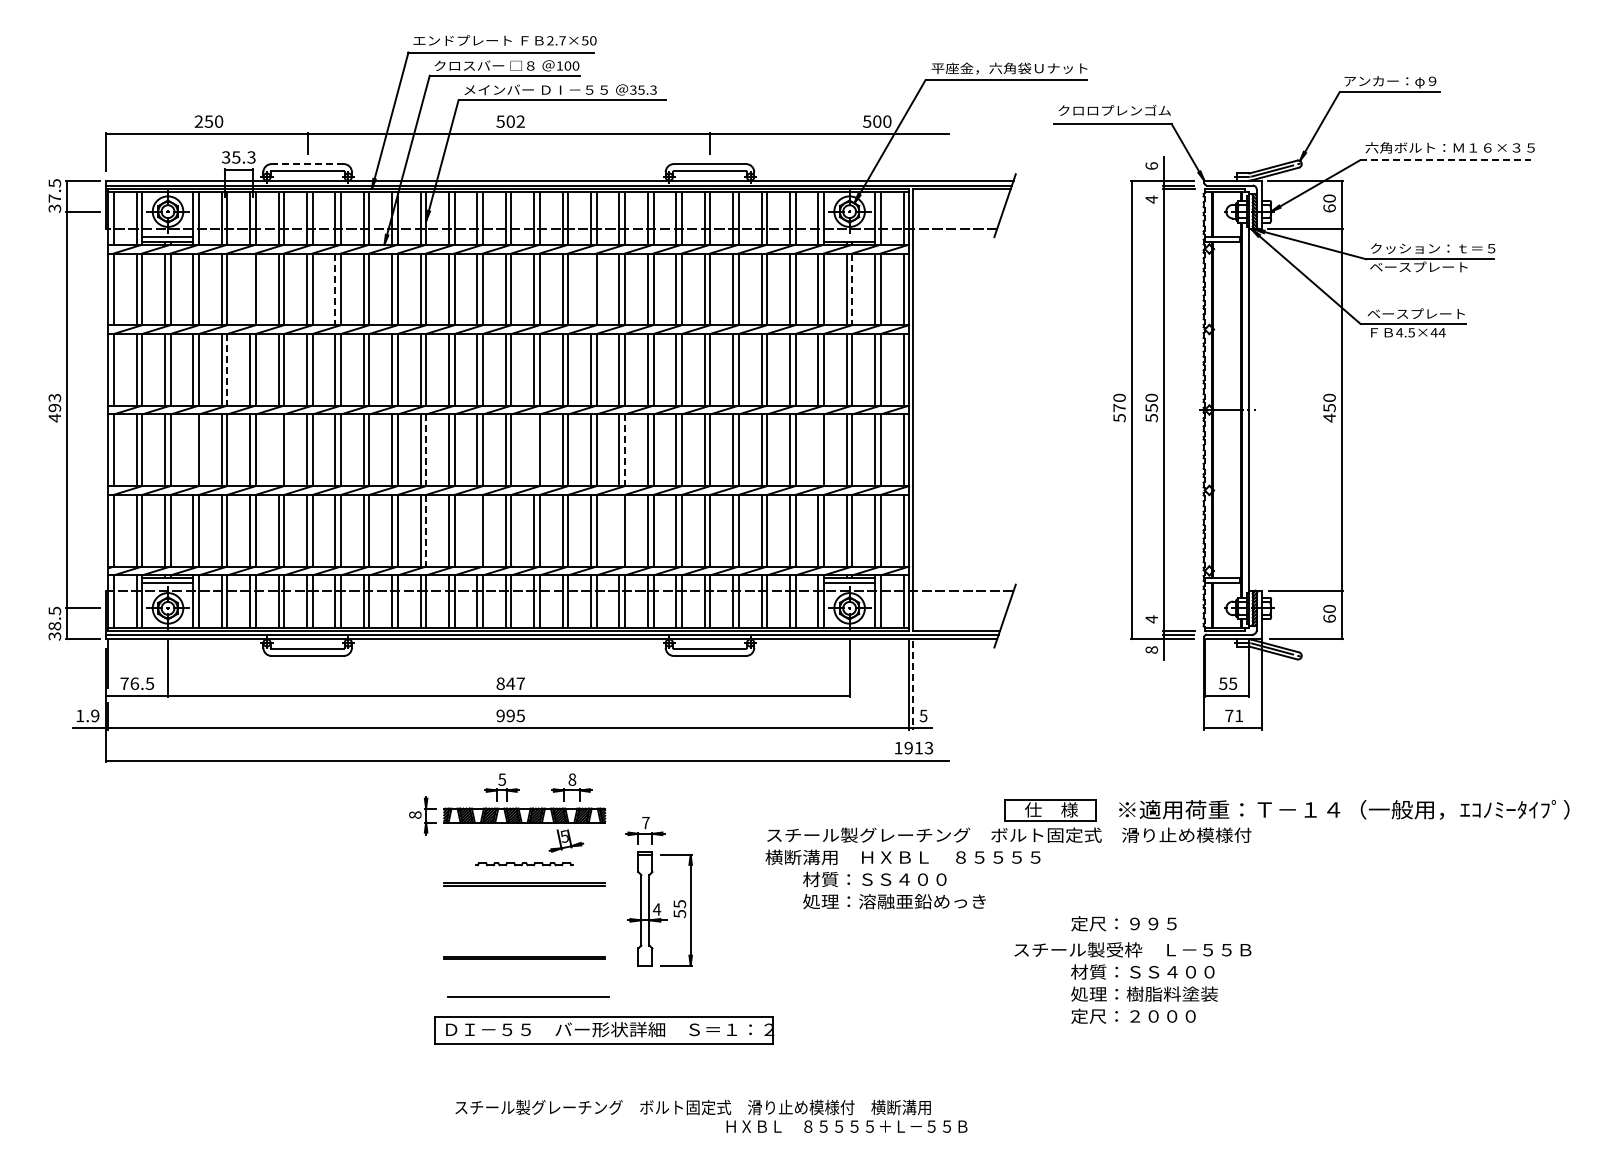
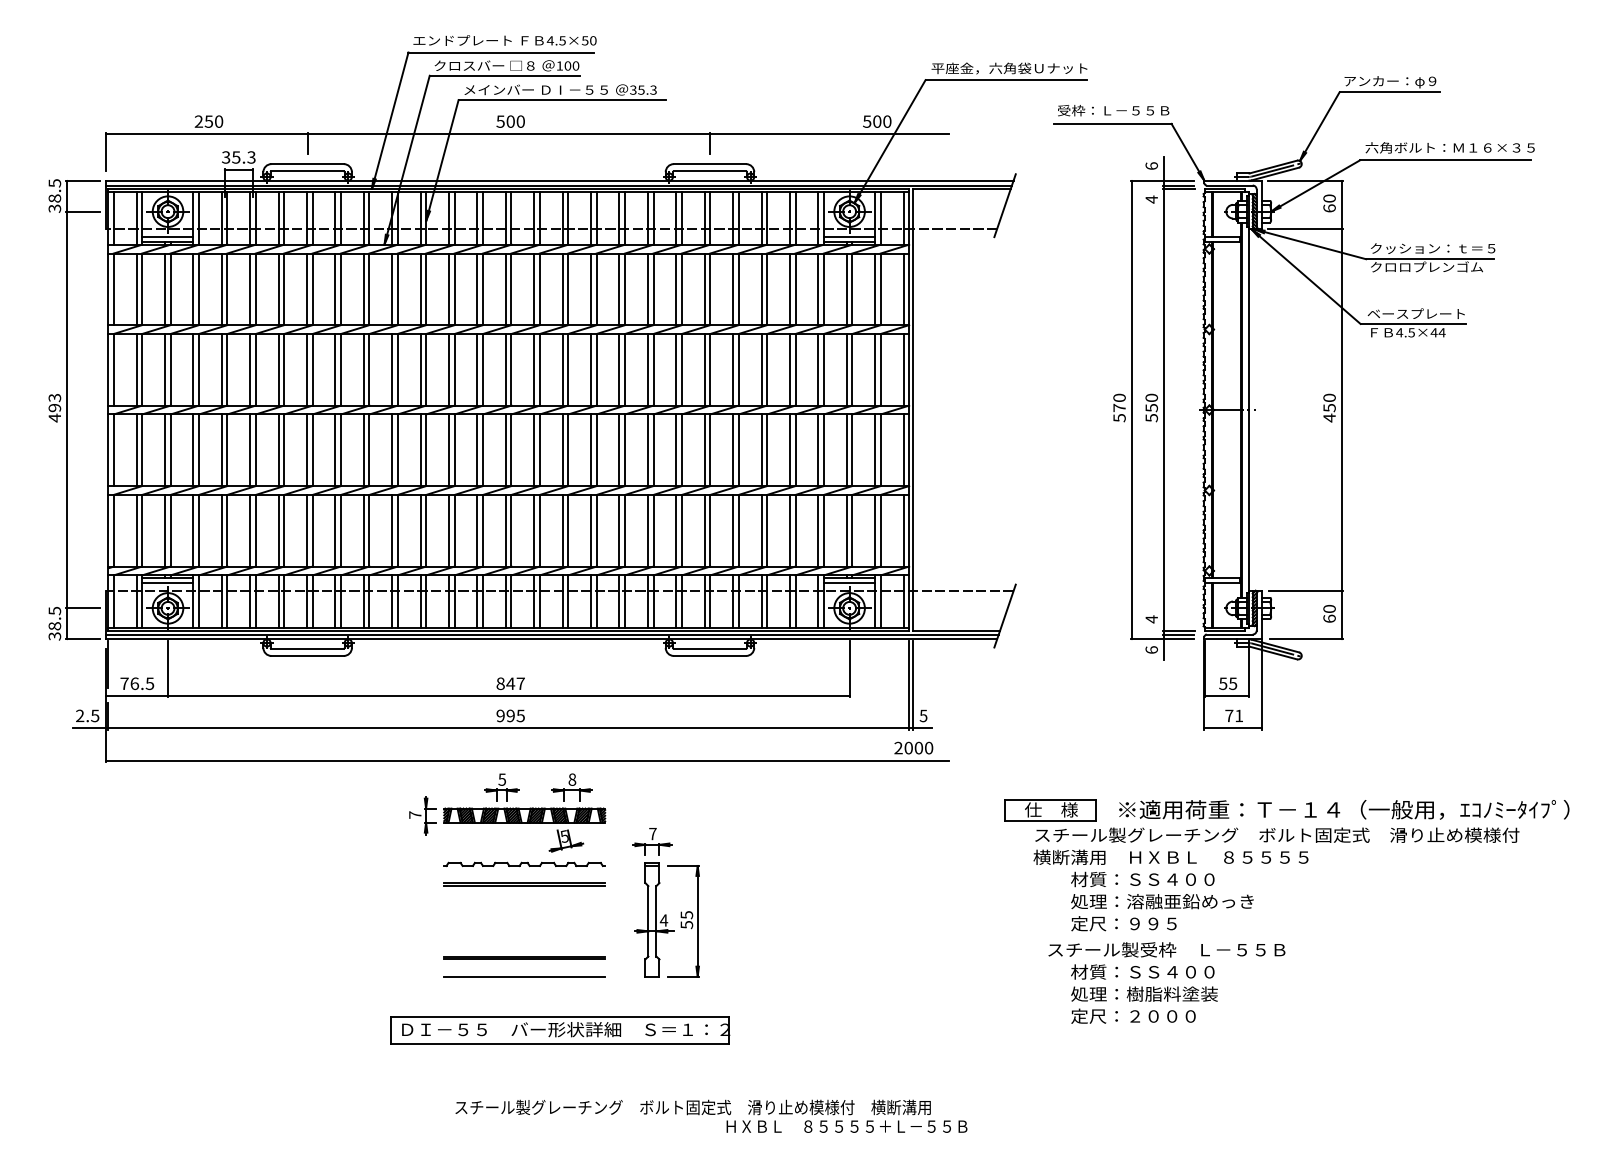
text at (555, 40): 2.7×50 -> 4.5×50
text at (1114, 110): クロロプレンゴム -> 受枠：Ｌ－５５Ｂ
text at (520, 121): 502 -> 500
line at (1446, 160): dashed -> solid
line at (307, 164): dashed -> solid
text at (54, 198): 37.5 -> 38.5
line at (849, 237): none -> present
text at (1426, 266): ベースプレート -> クロロプレンゴム
line at (250, 289): none -> present
line at (335, 289): dashed -> solid
line at (591, 289): none -> present
line at (852, 289): dashed -> solid
line at (227, 369): dashed -> solid
line at (193, 450): none -> present
line at (278, 450): none -> present
line at (426, 450): dashed -> solid
line at (534, 450): none -> present
line at (625, 450): dashed -> solid
line at (818, 450): none -> present
line at (426, 530): dashed -> solid
line at (477, 530): none -> present
line at (619, 530): none -> present
text at (1151, 649): 8 -> 6
line at (913, 685): dashed -> solid
text at (87, 715): 1.9 -> 2.5
text at (913, 747): 1913 -> 2000
text at (415, 814): 8 -> 7
part at (524, 864) size: 99x5 px -> 163x6 px
text at (1008, 868) position: (1008, 868) -> (1276, 868)
part at (649, 891) position: (649, 891) -> (656, 902)
text at (1132, 949) position: (1132, 949) -> (1166, 949)
line at (528, 996) position: (528, 996) -> (524, 976)
part at (604, 1030) position: (604, 1030) -> (560, 1030)
